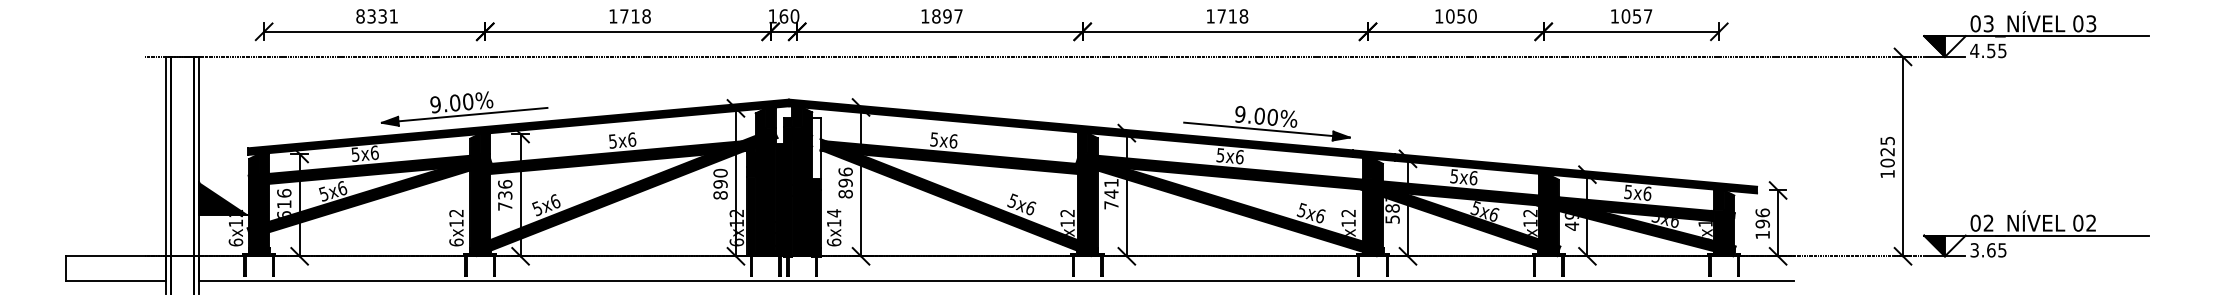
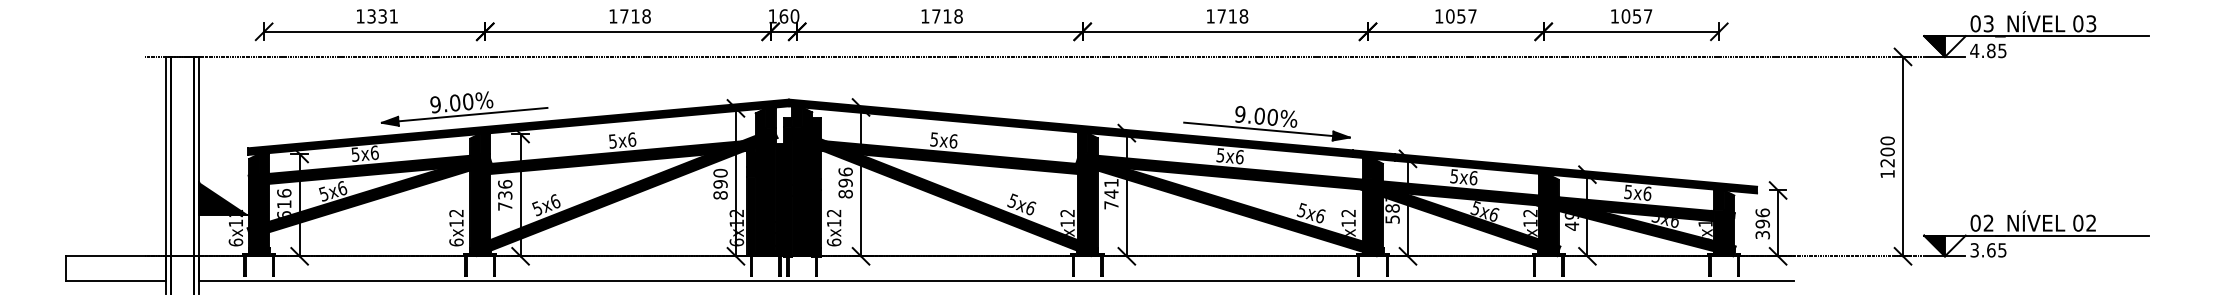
text at (360, 16): 8331 -> 1331
text at (947, 16): 1897 -> 1718
text at (1472, 16): 1050 -> 1057
text at (1991, 50): 4.55 -> 4.85
fill at (816, 148): none -> present
text at (1887, 151): 1025 -> 1200
text at (833, 213): 6x14 -> 6x12
text at (1762, 235): 196 -> 396
